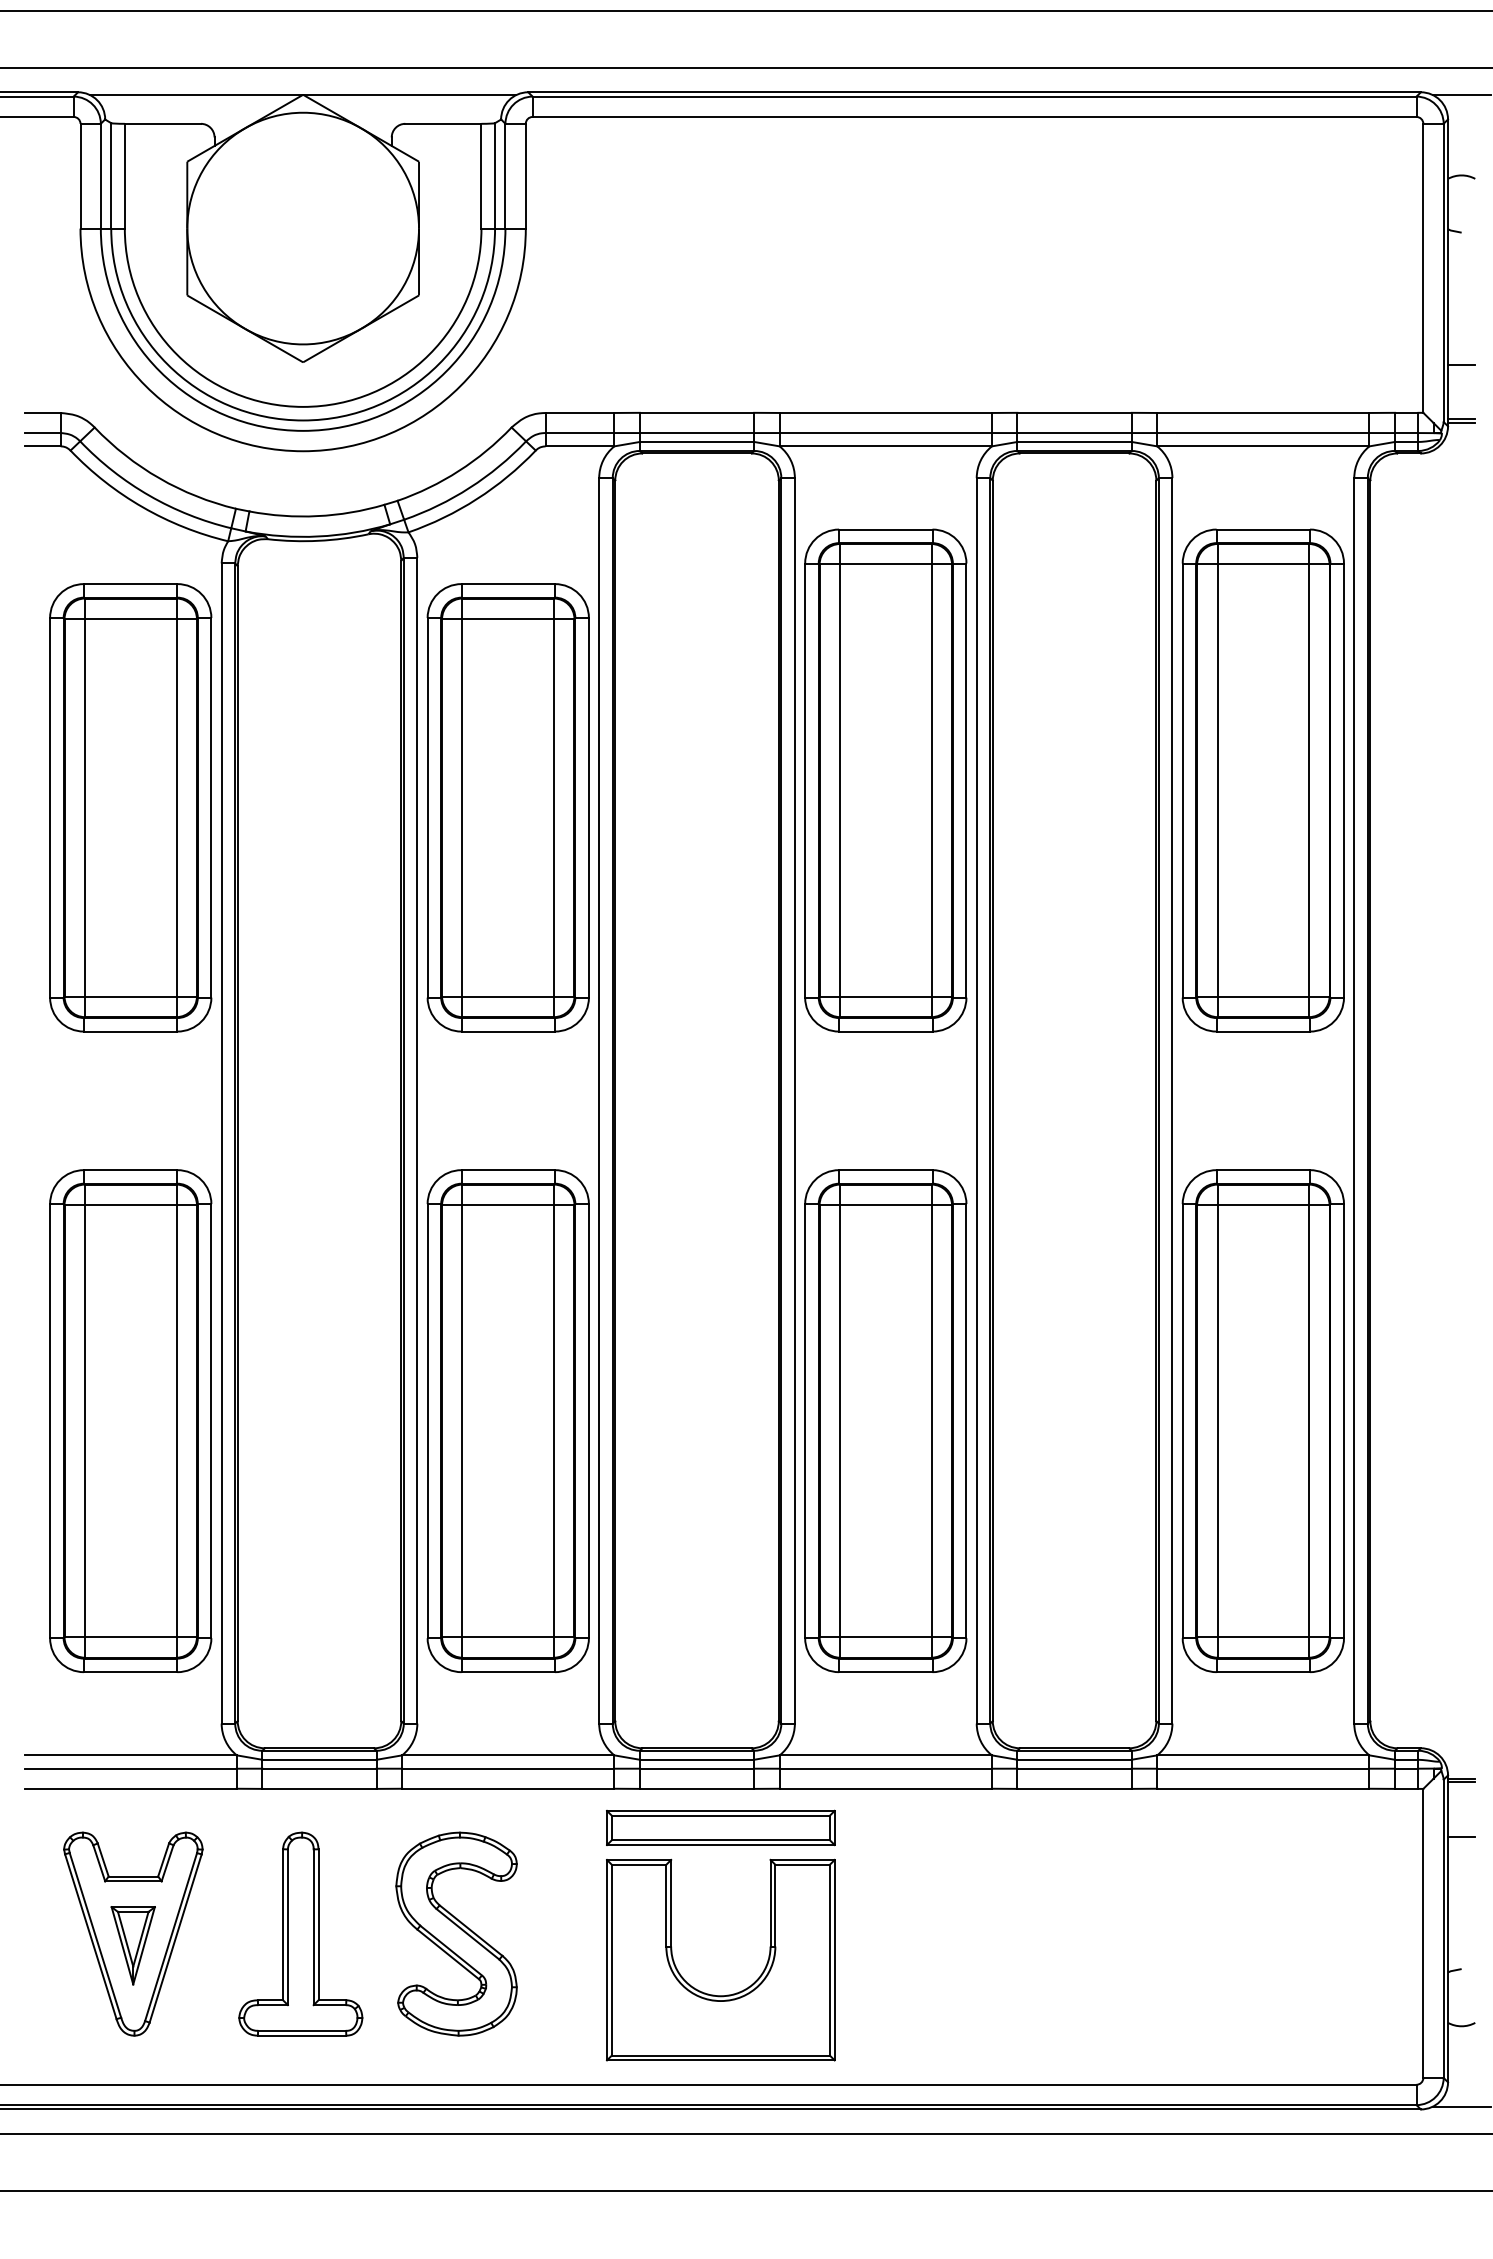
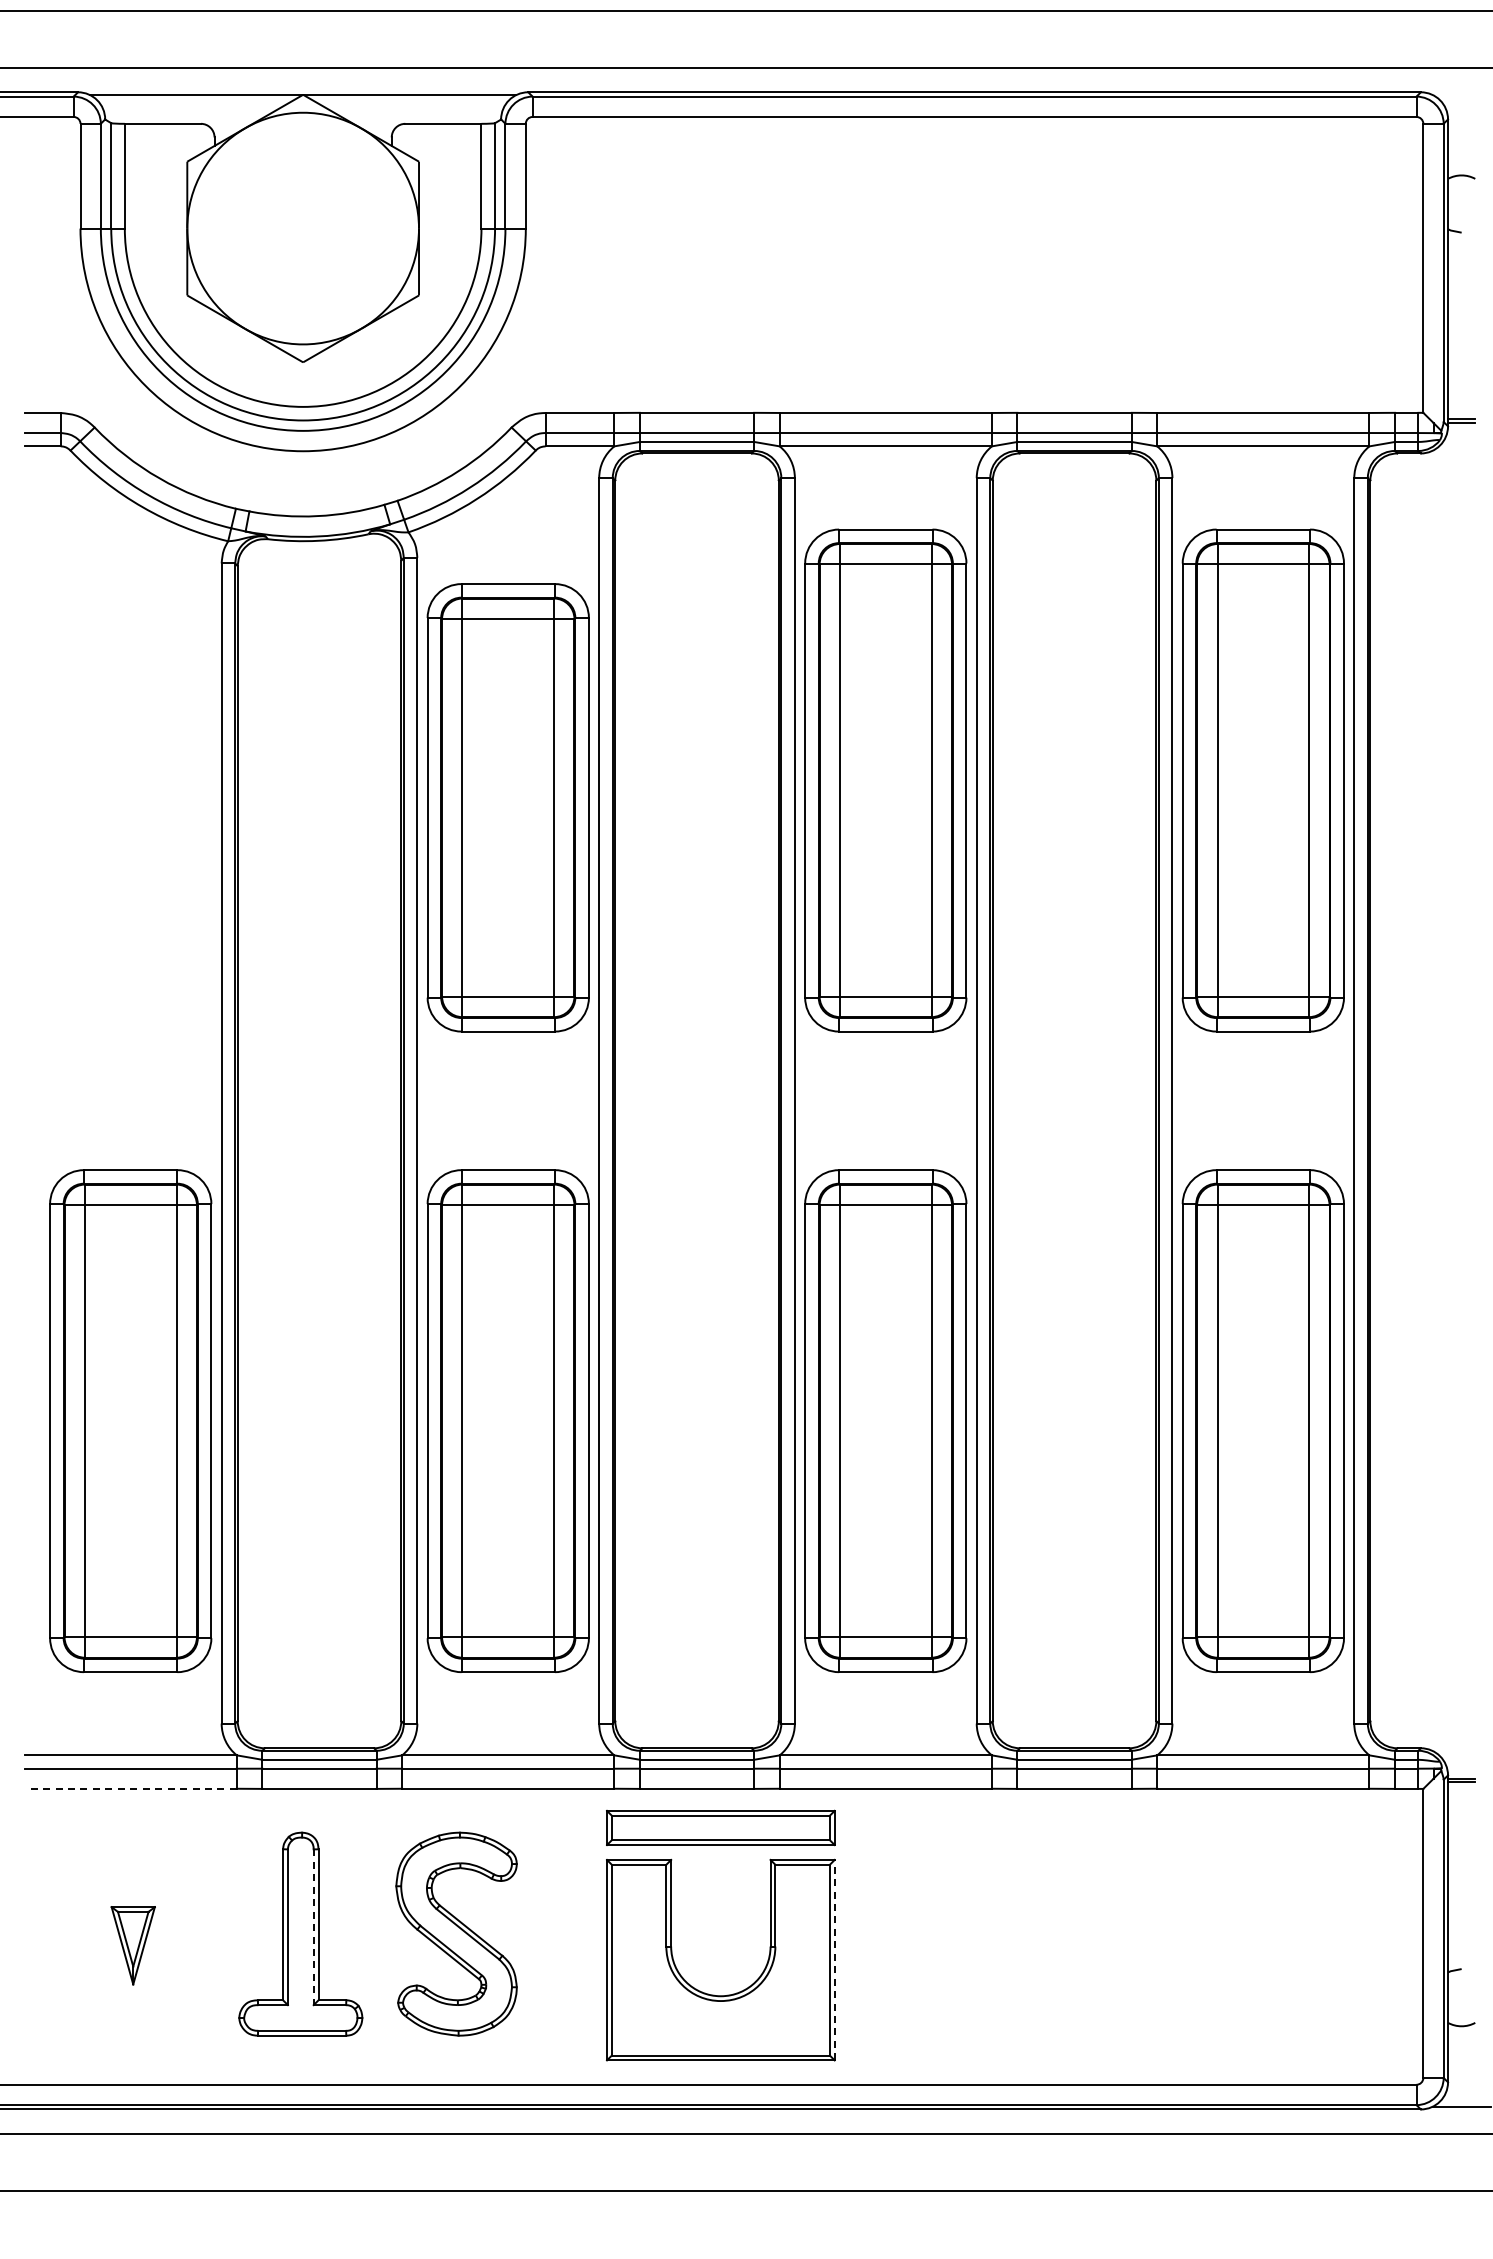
line at (1460, 95): present -> none
line at (1461, 364): present -> none
part at (130, 807): present -> none
line at (130, 1788): solid -> dashed
line at (1461, 1836): present -> none
line at (313, 1927): solid -> dashed
part at (133, 1933): present -> none
line at (834, 1959): solid -> dashed
